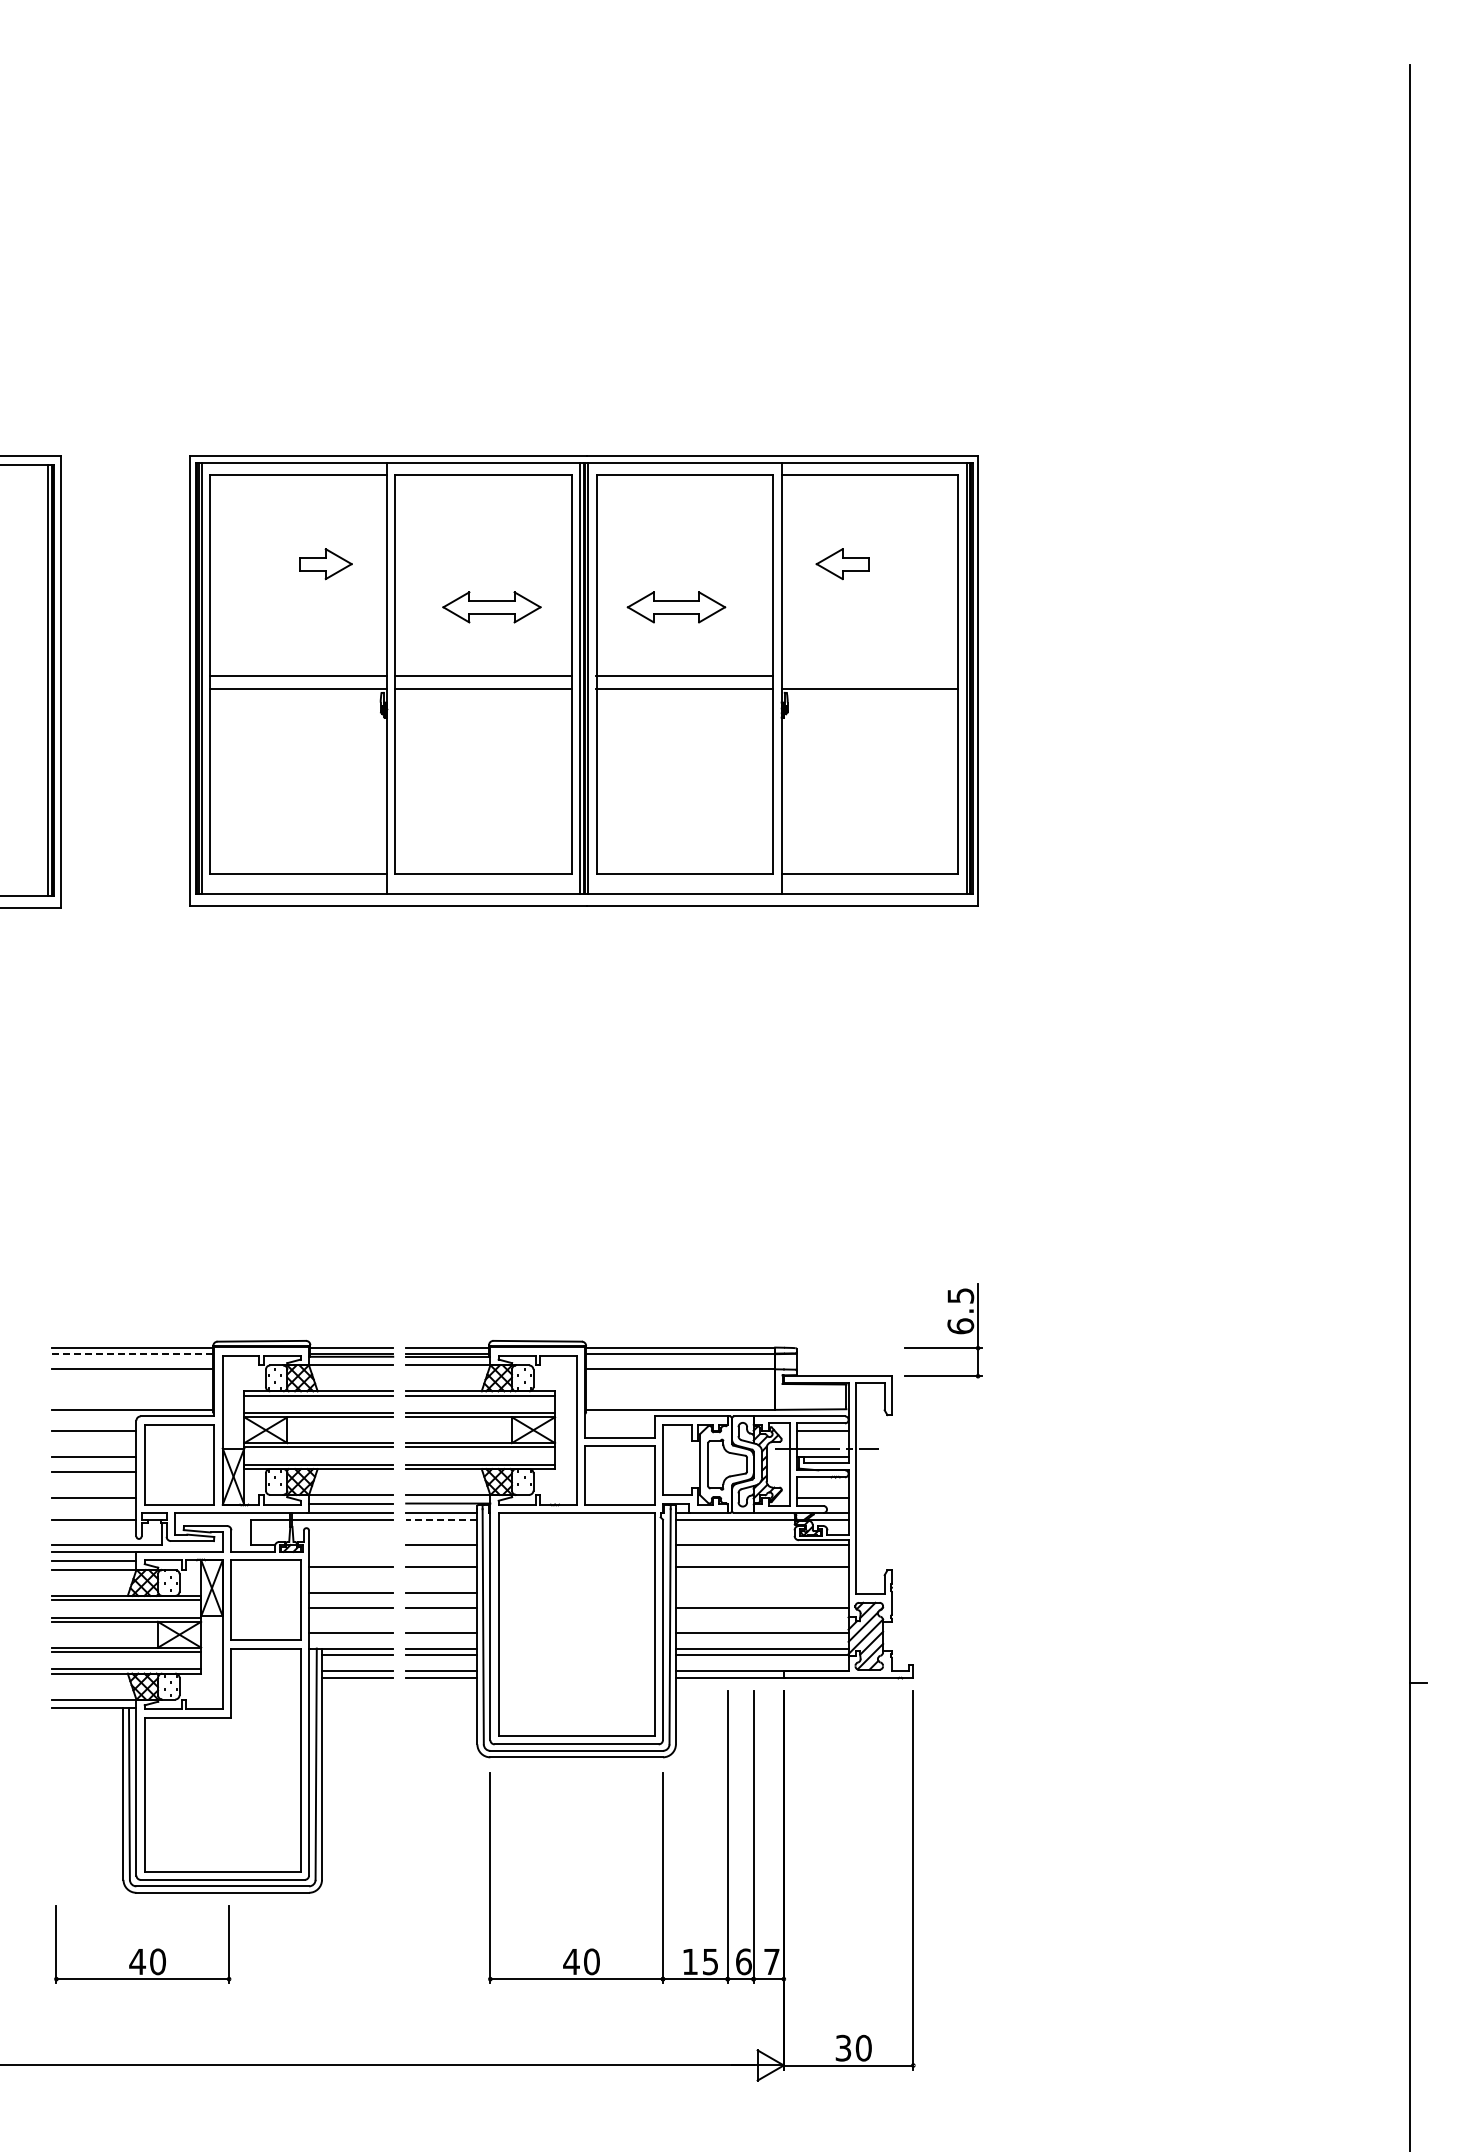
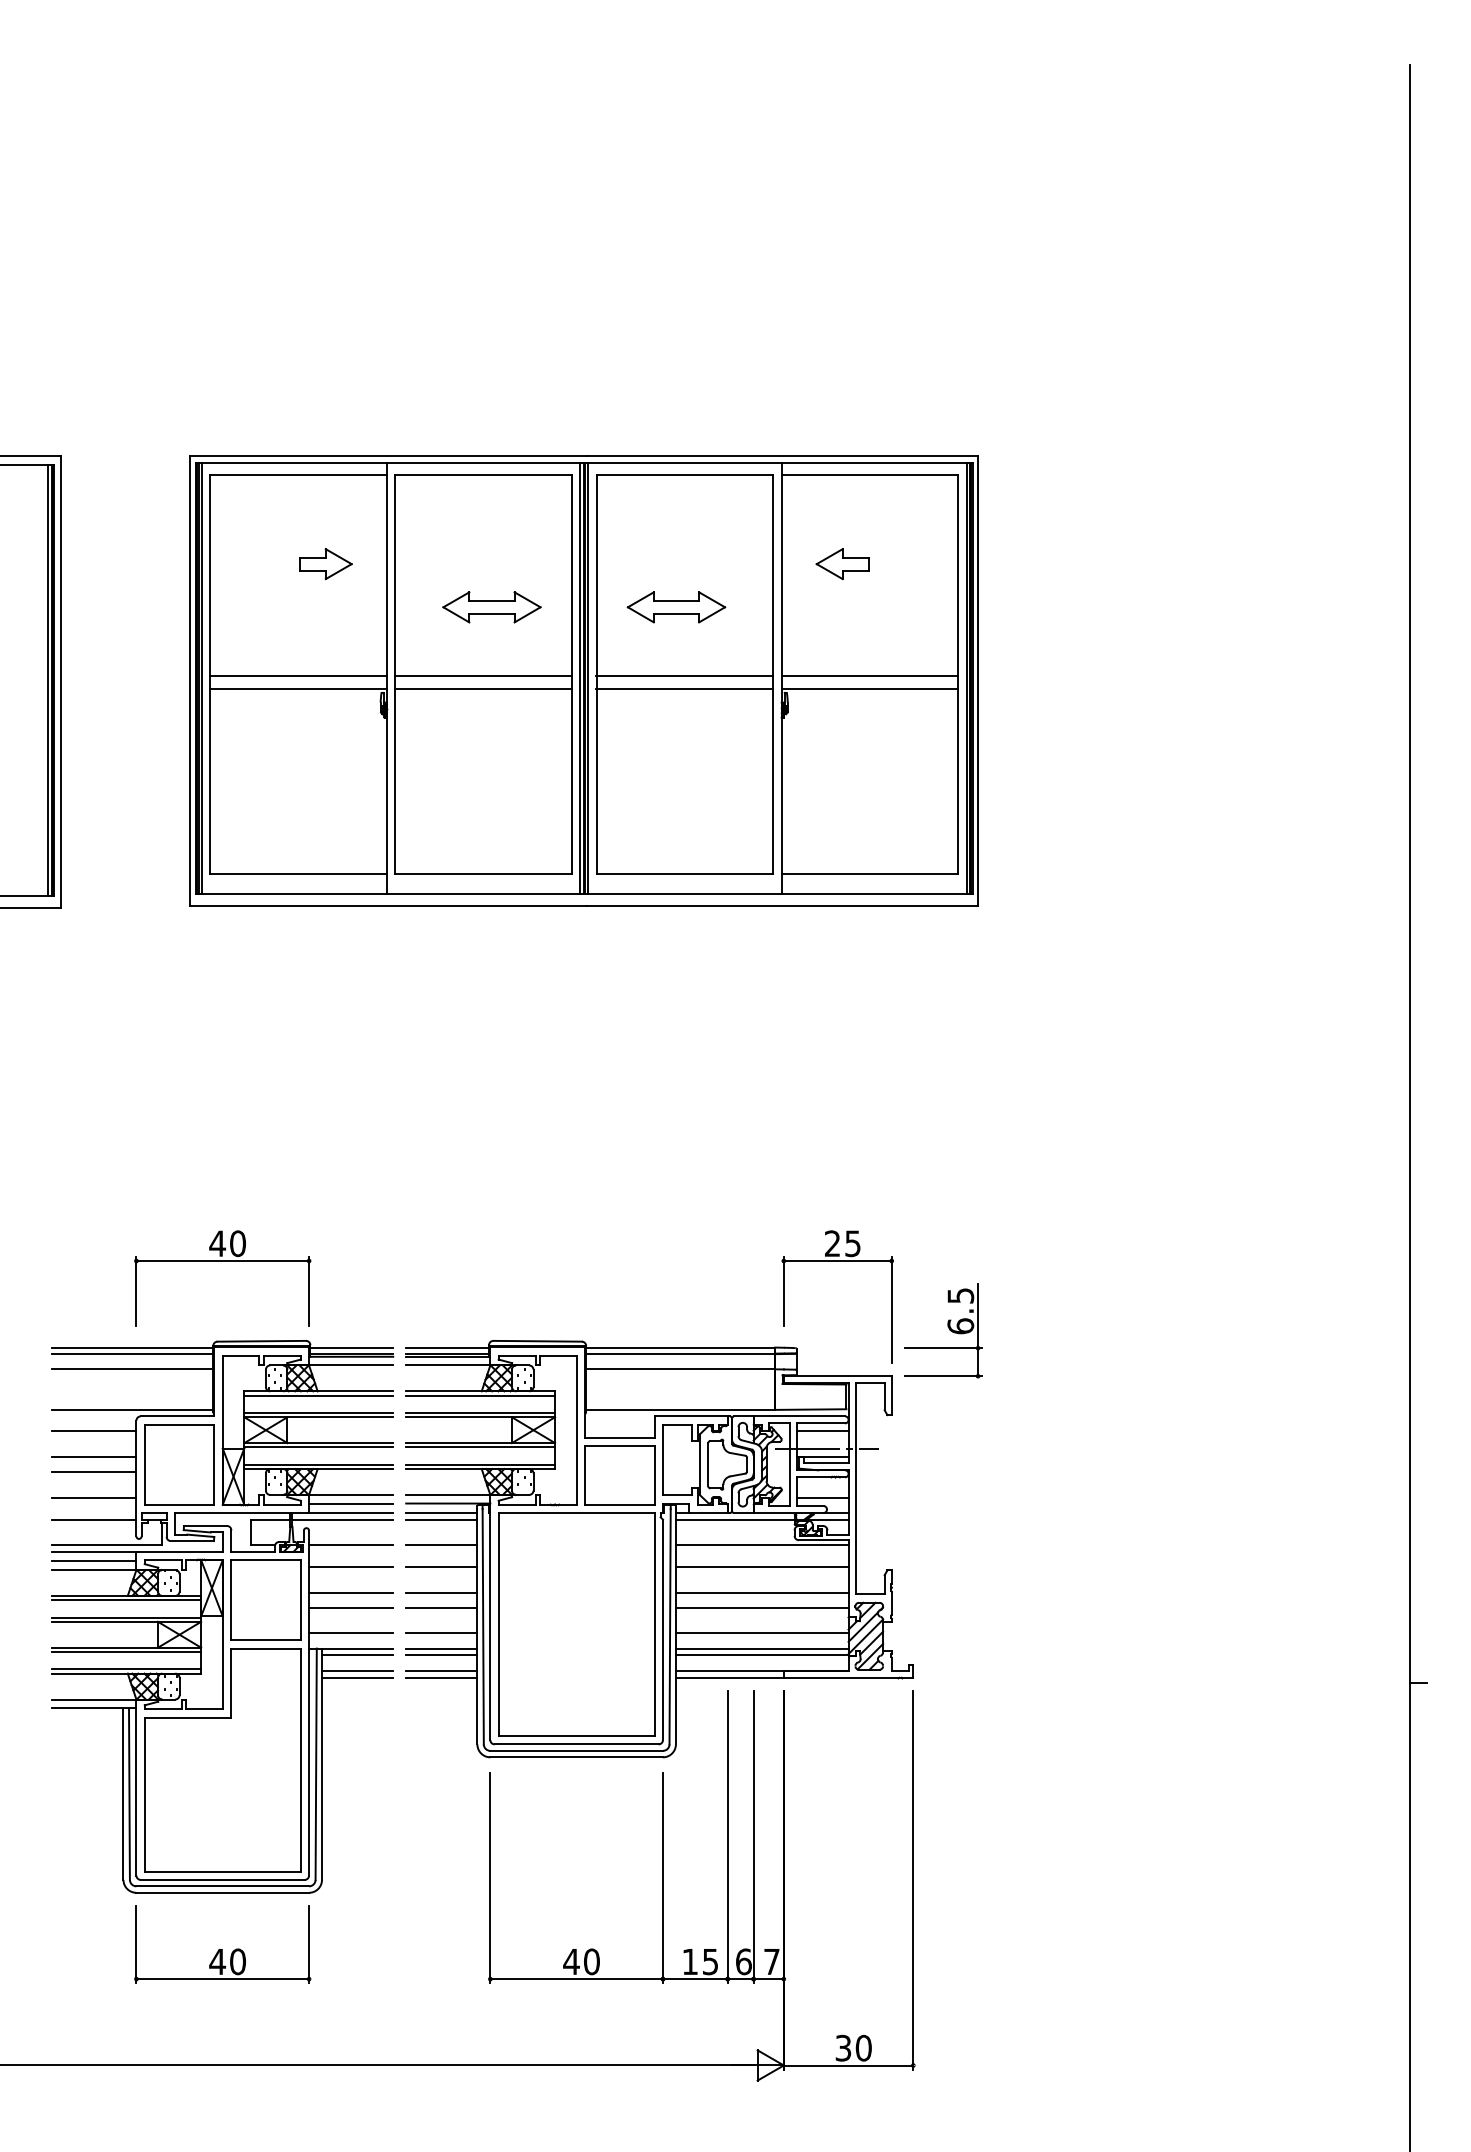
line at (869, 676): none -> present
part at (222, 1261): none -> present
part at (837, 1261): none -> present
line at (132, 1354): dashed -> solid
line at (441, 1519): dashed -> solid
line at (351, 1545): none -> present
line at (761, 1592): none -> present
part at (142, 1944) position: (142, 1944) -> (222, 1944)
